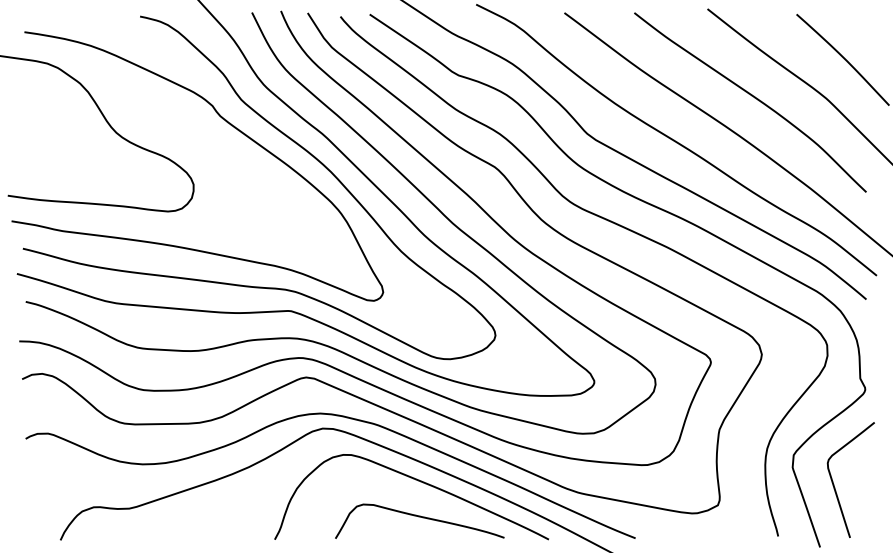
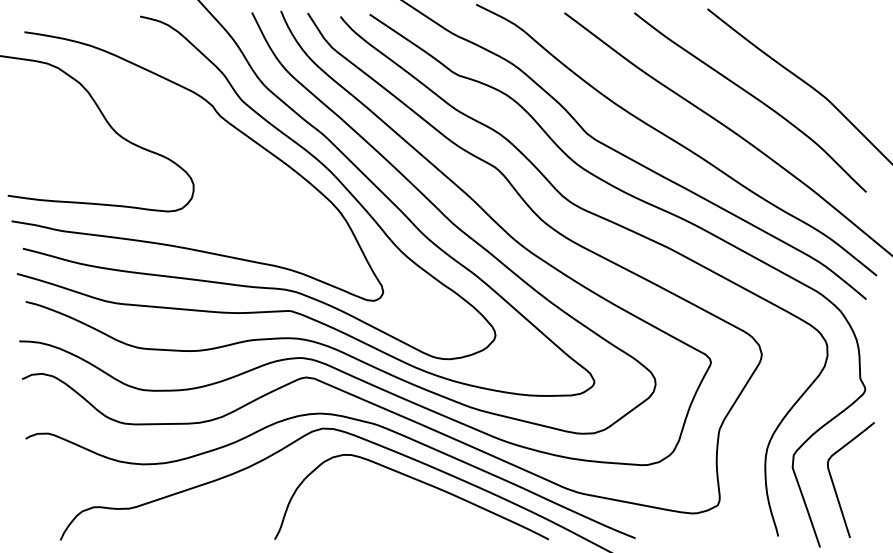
curve at (842, 58): present -> none
curve at (419, 517): present -> none
